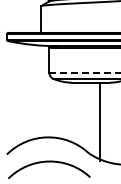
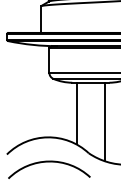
line at (85, 72): dashed -> solid
line at (76, 113): none -> present
line at (100, 121) position: (100, 121) -> (105, 121)
